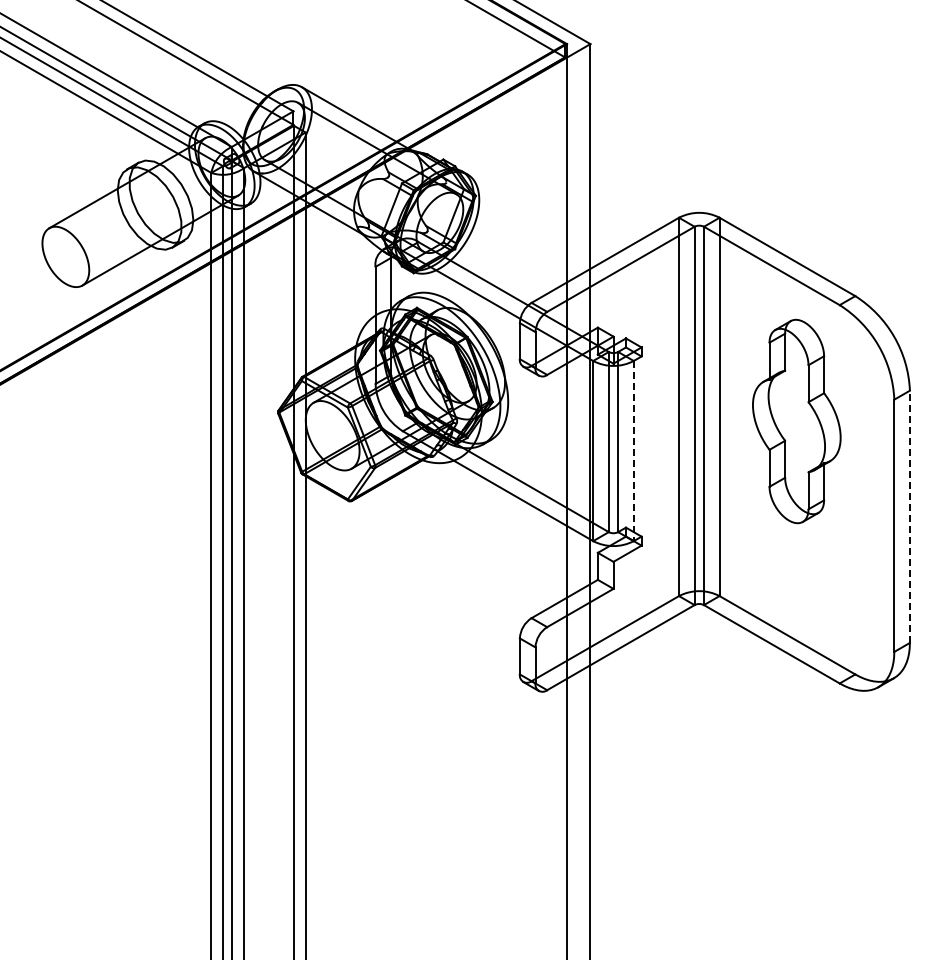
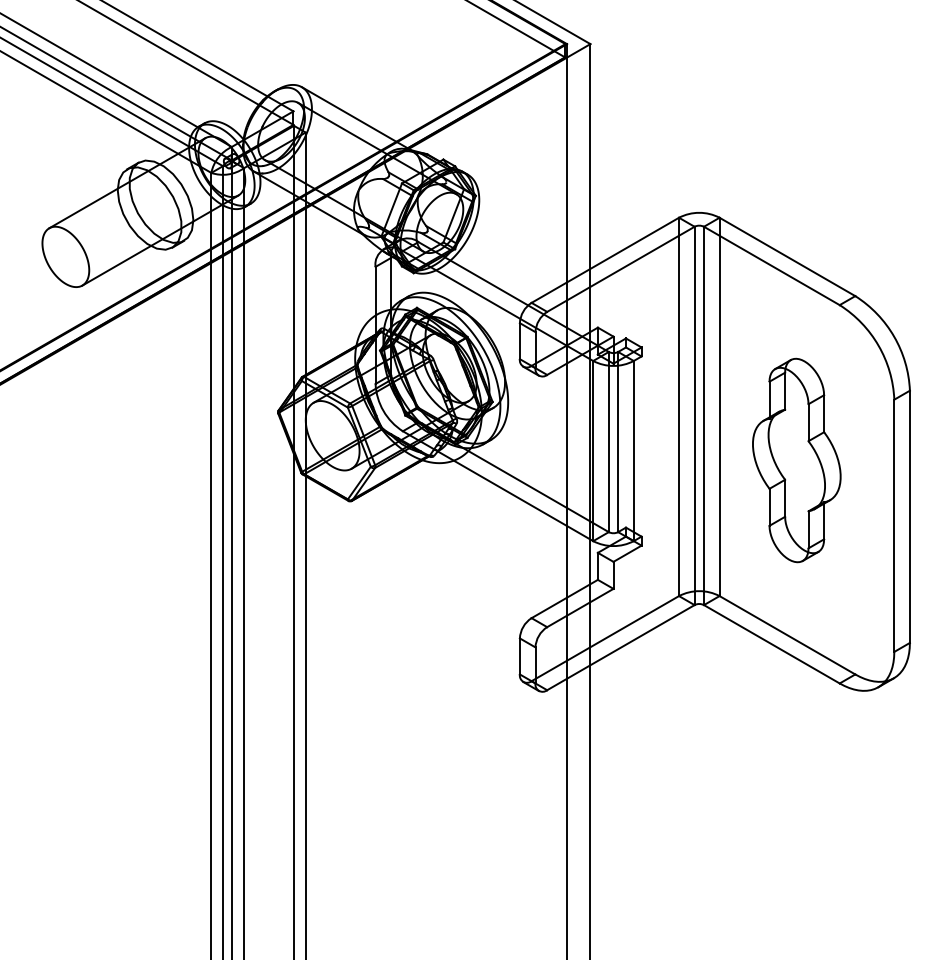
part at (796, 421) position: (796, 421) -> (796, 460)
line at (633, 451): dashed -> solid
line at (909, 516): dashed -> solid
